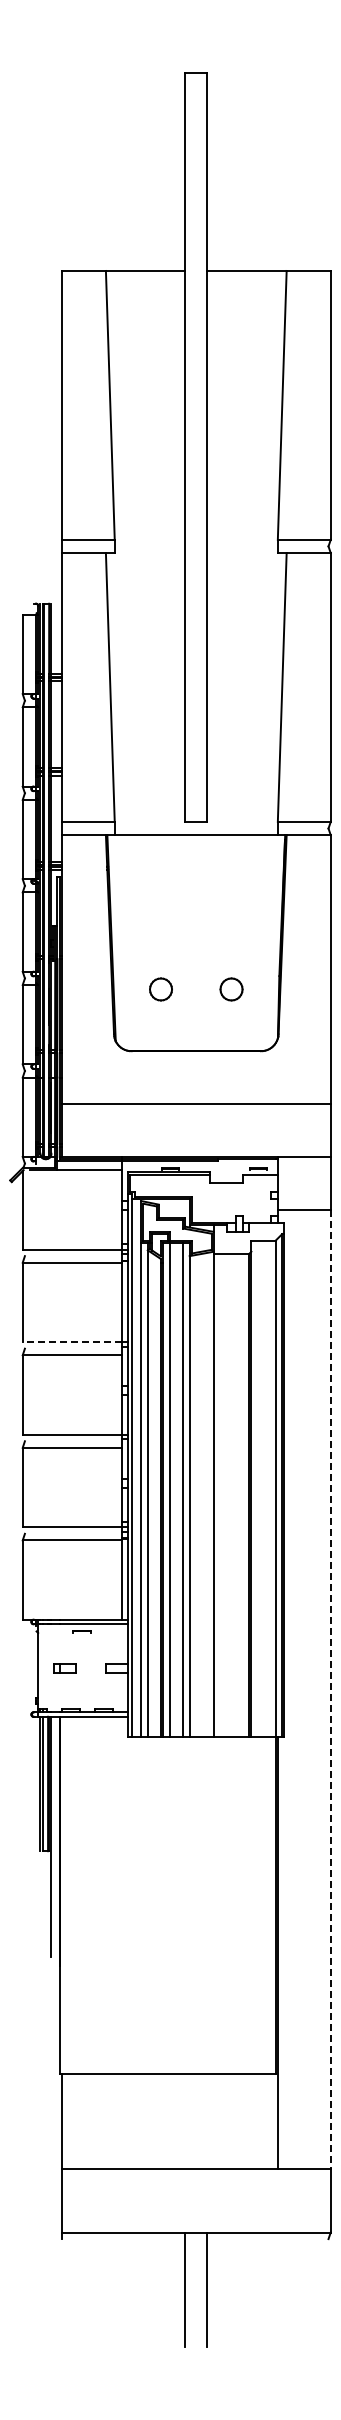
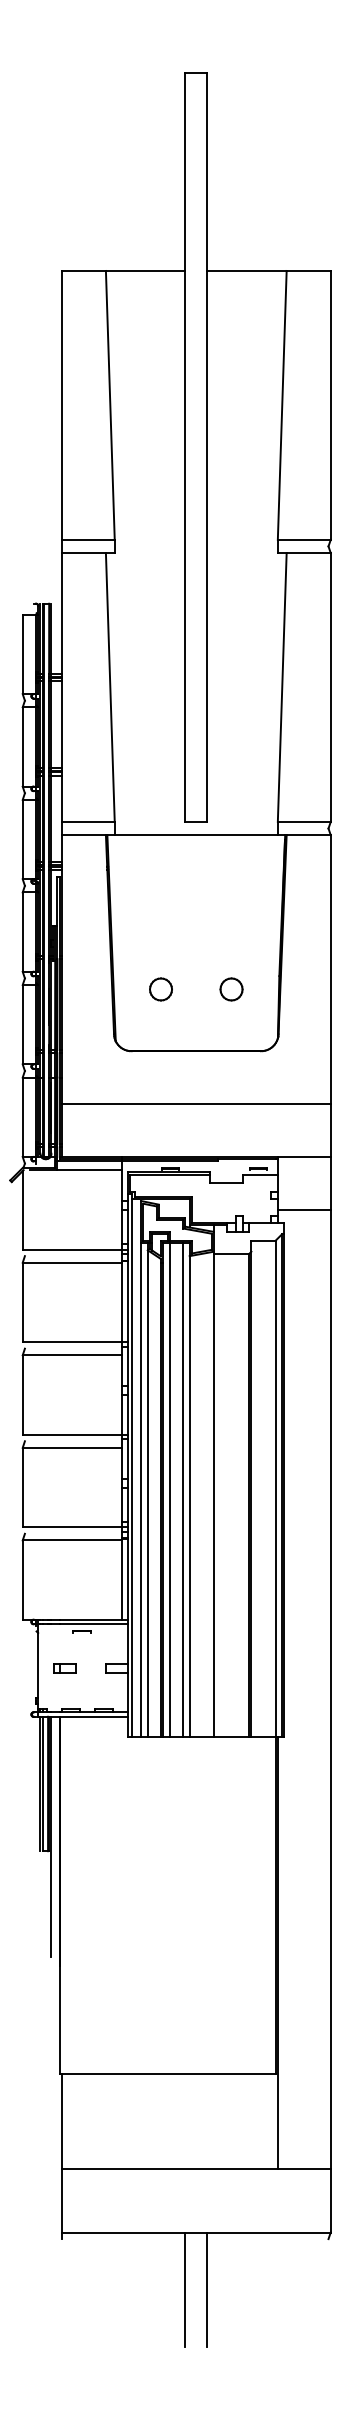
line at (72, 1342): dashed -> solid
line at (330, 1689): dashed -> solid
